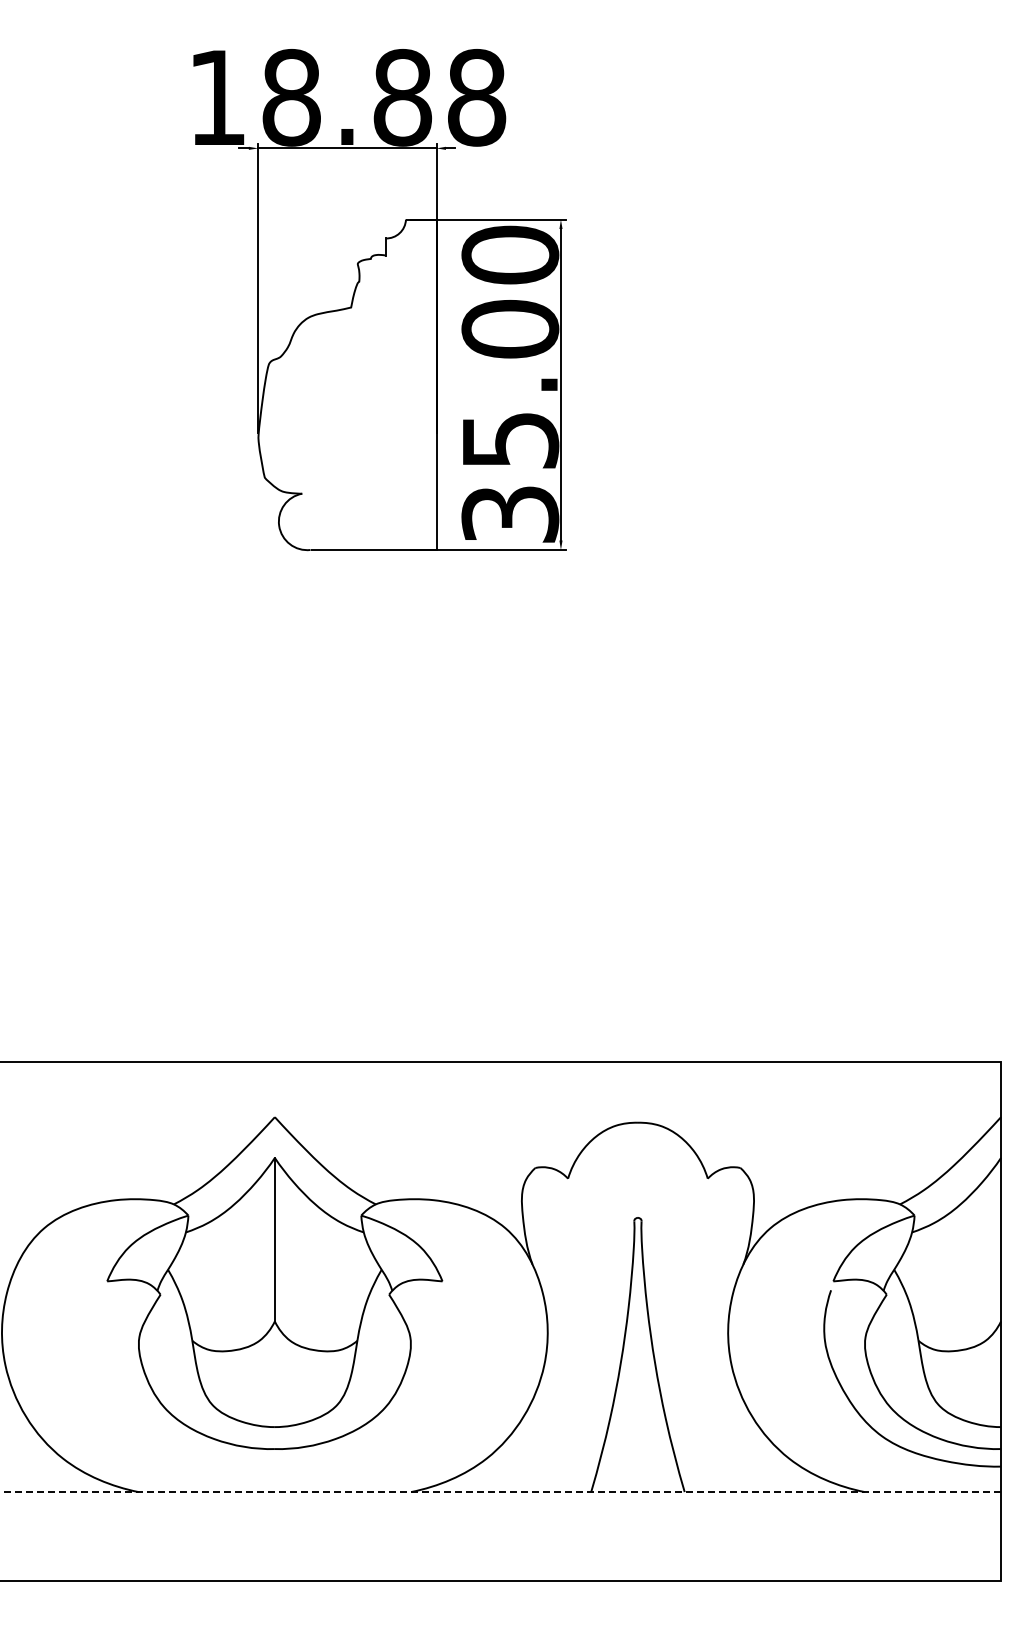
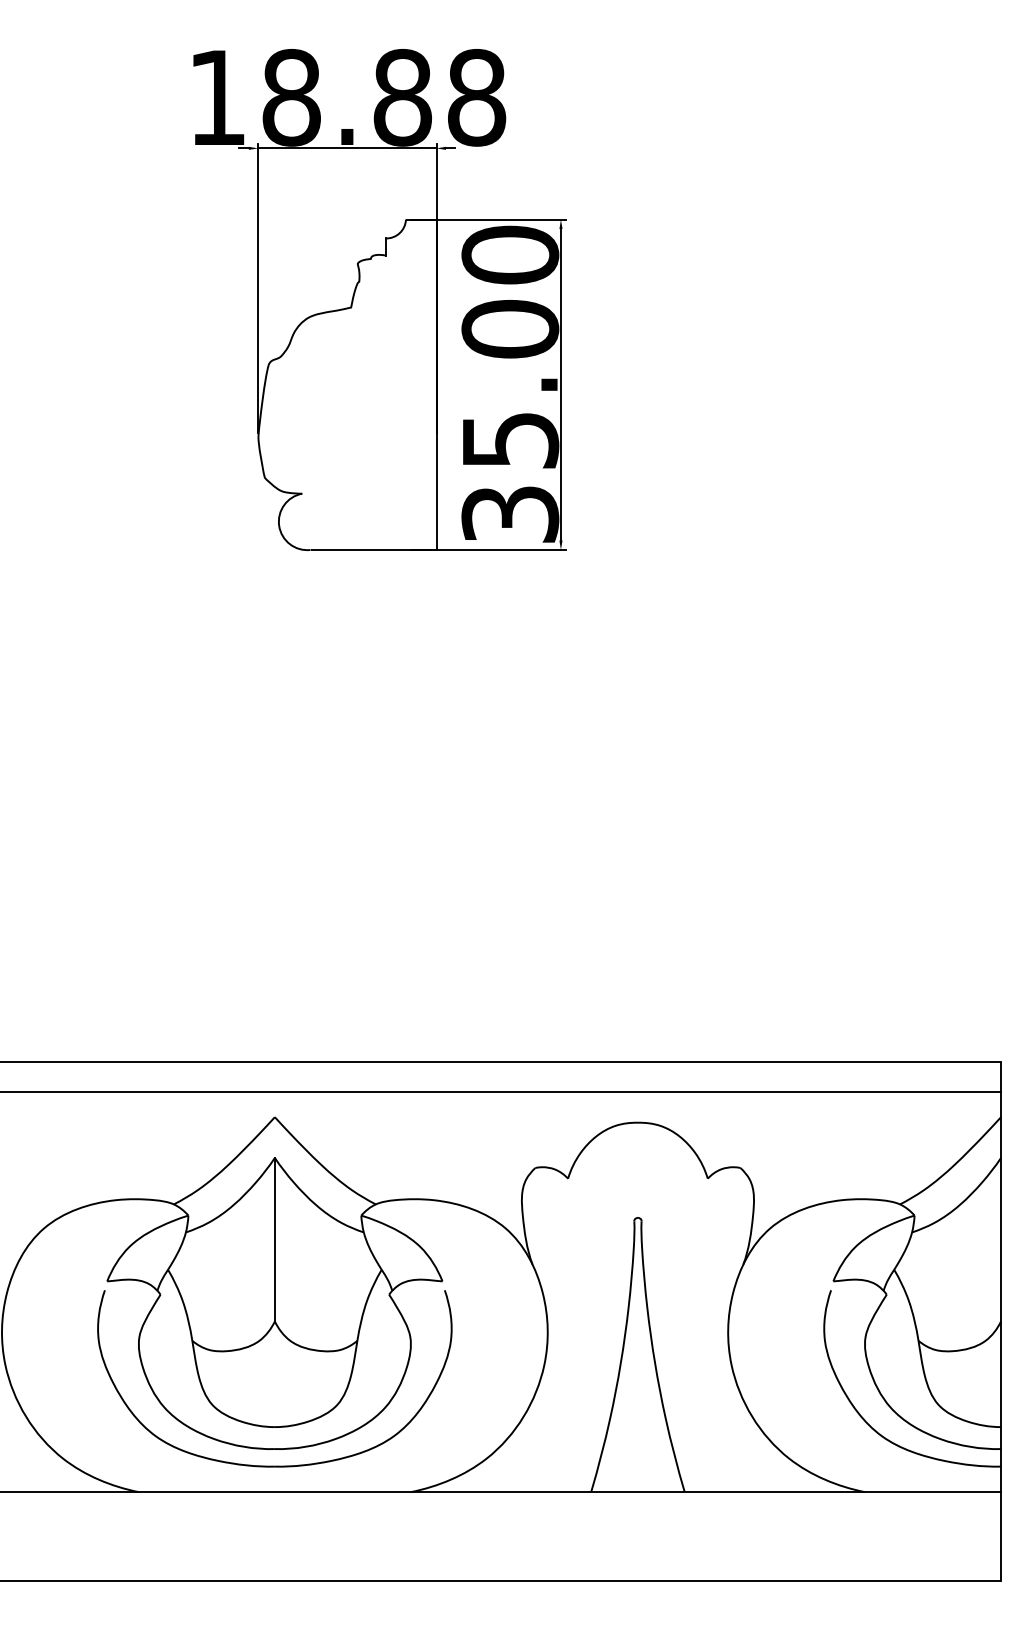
line at (501, 1091): none -> present
part at (274, 1465): none -> present
line at (500, 1492): dashed -> solid
